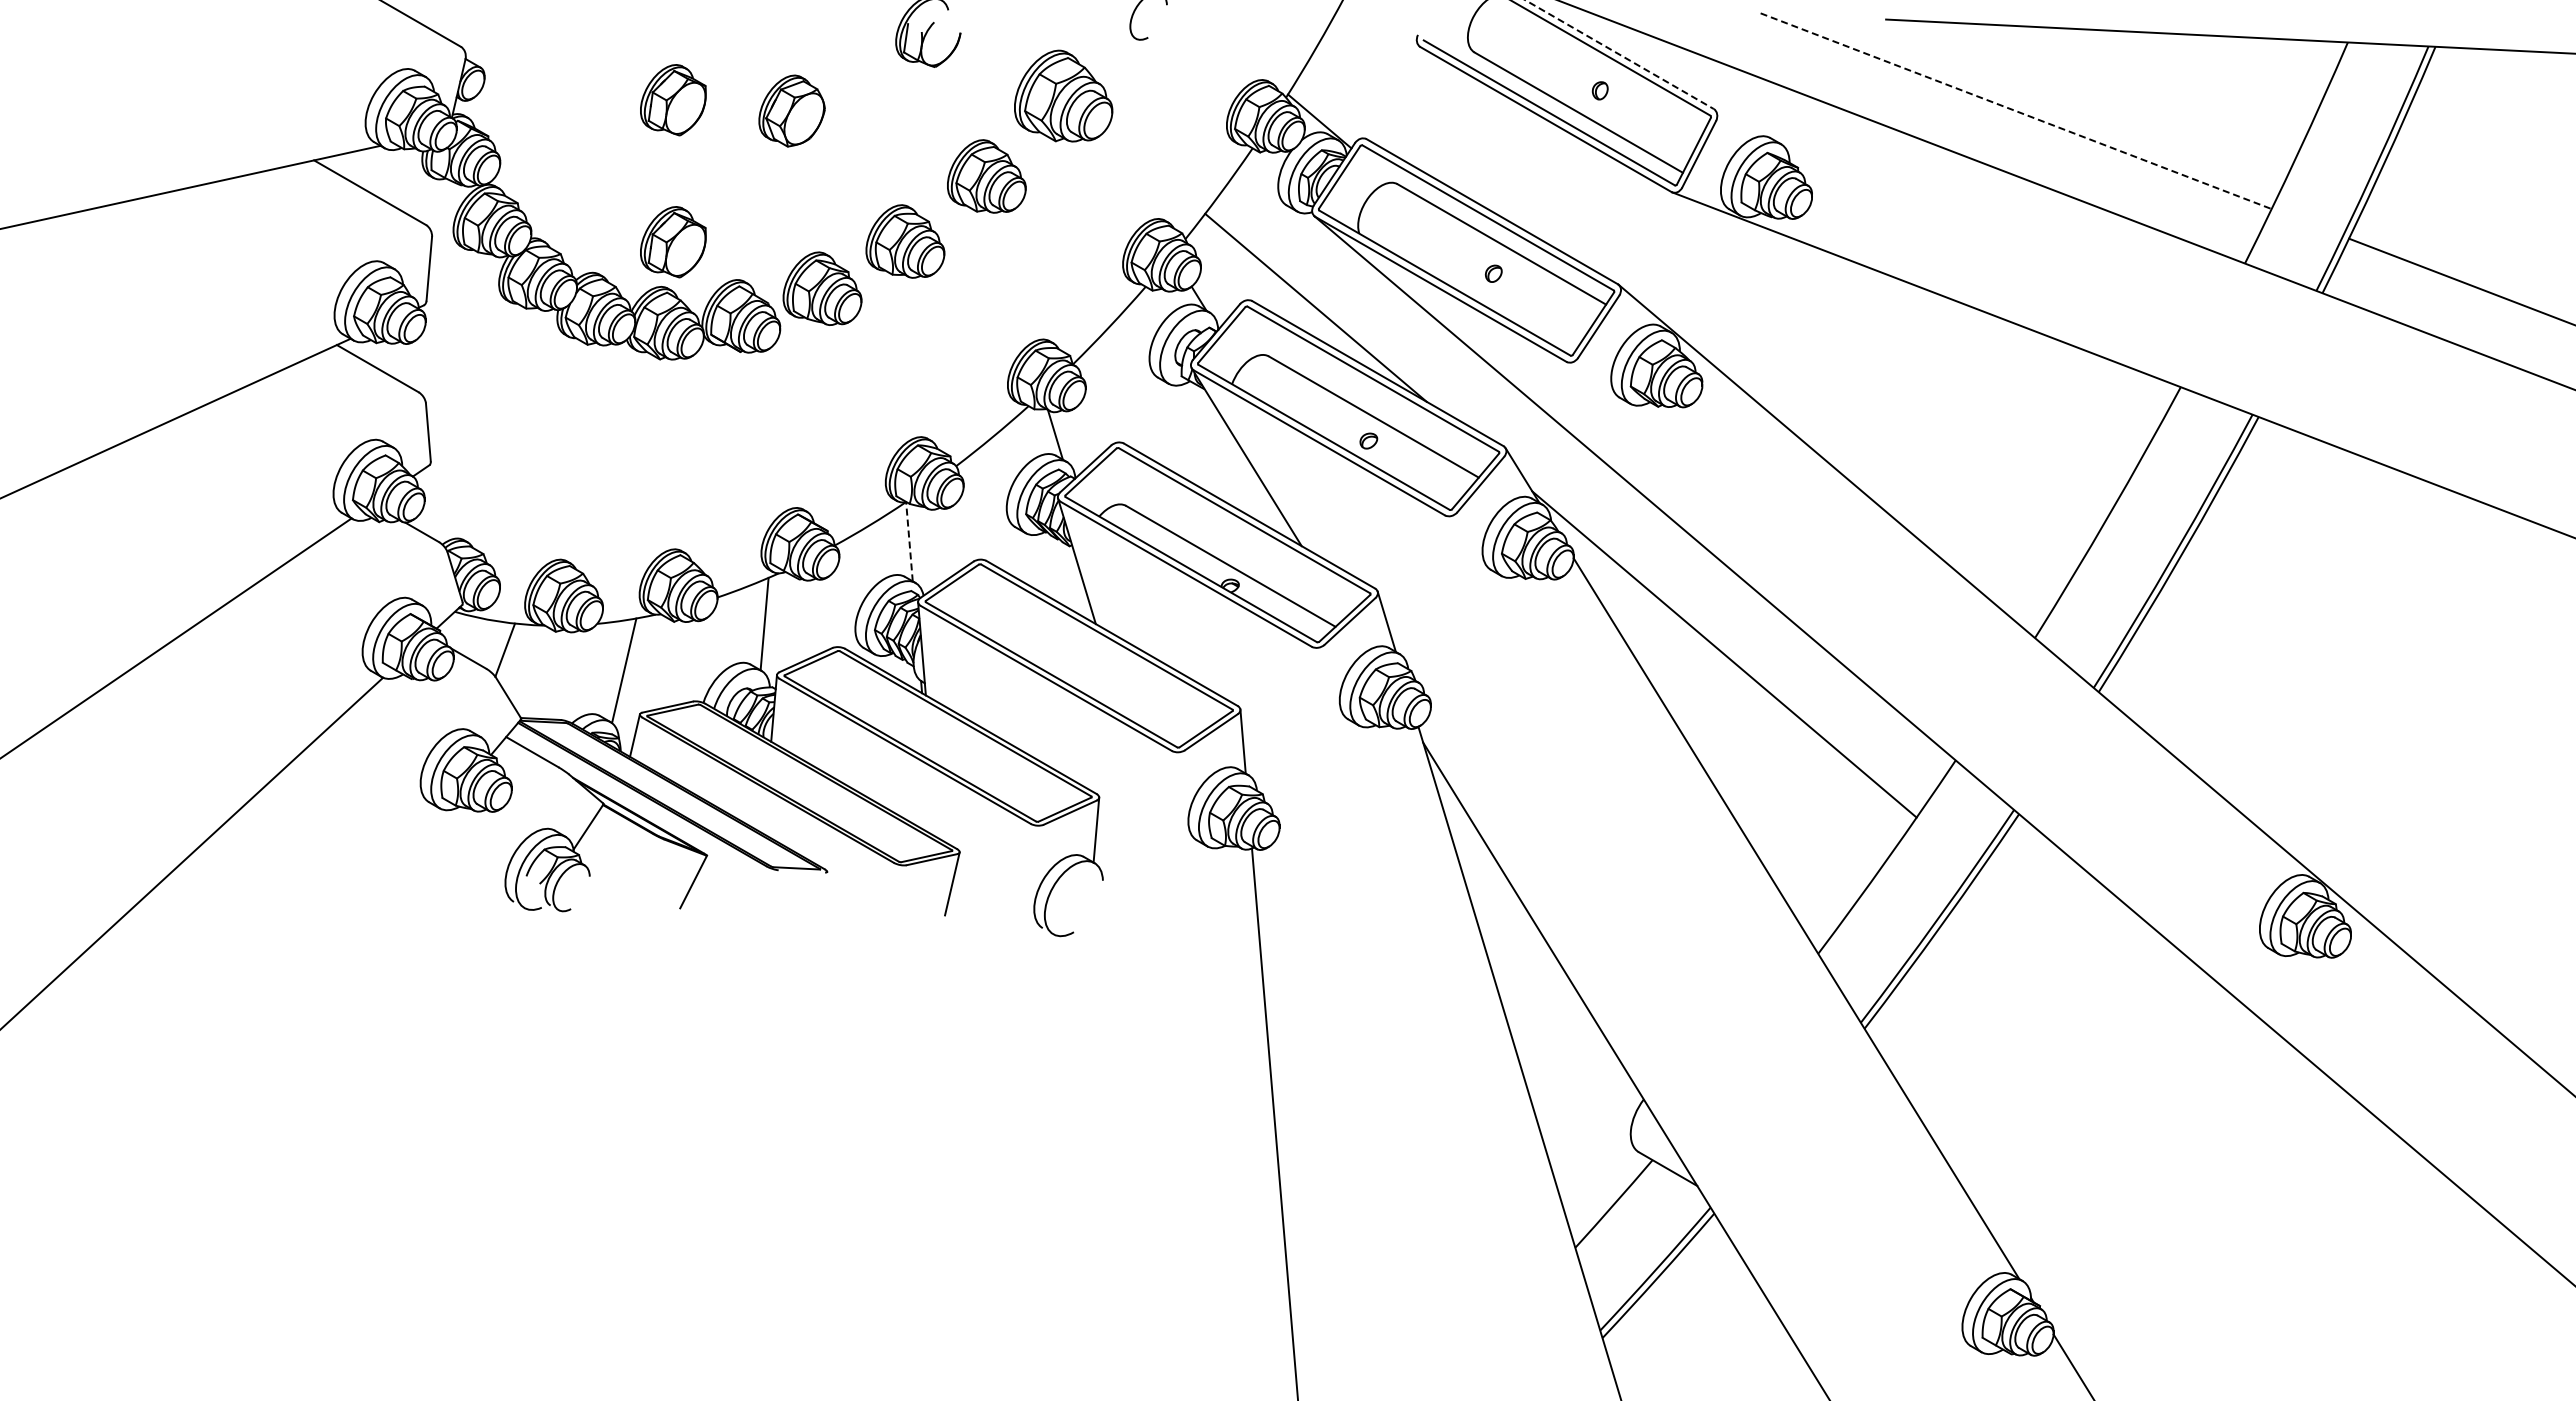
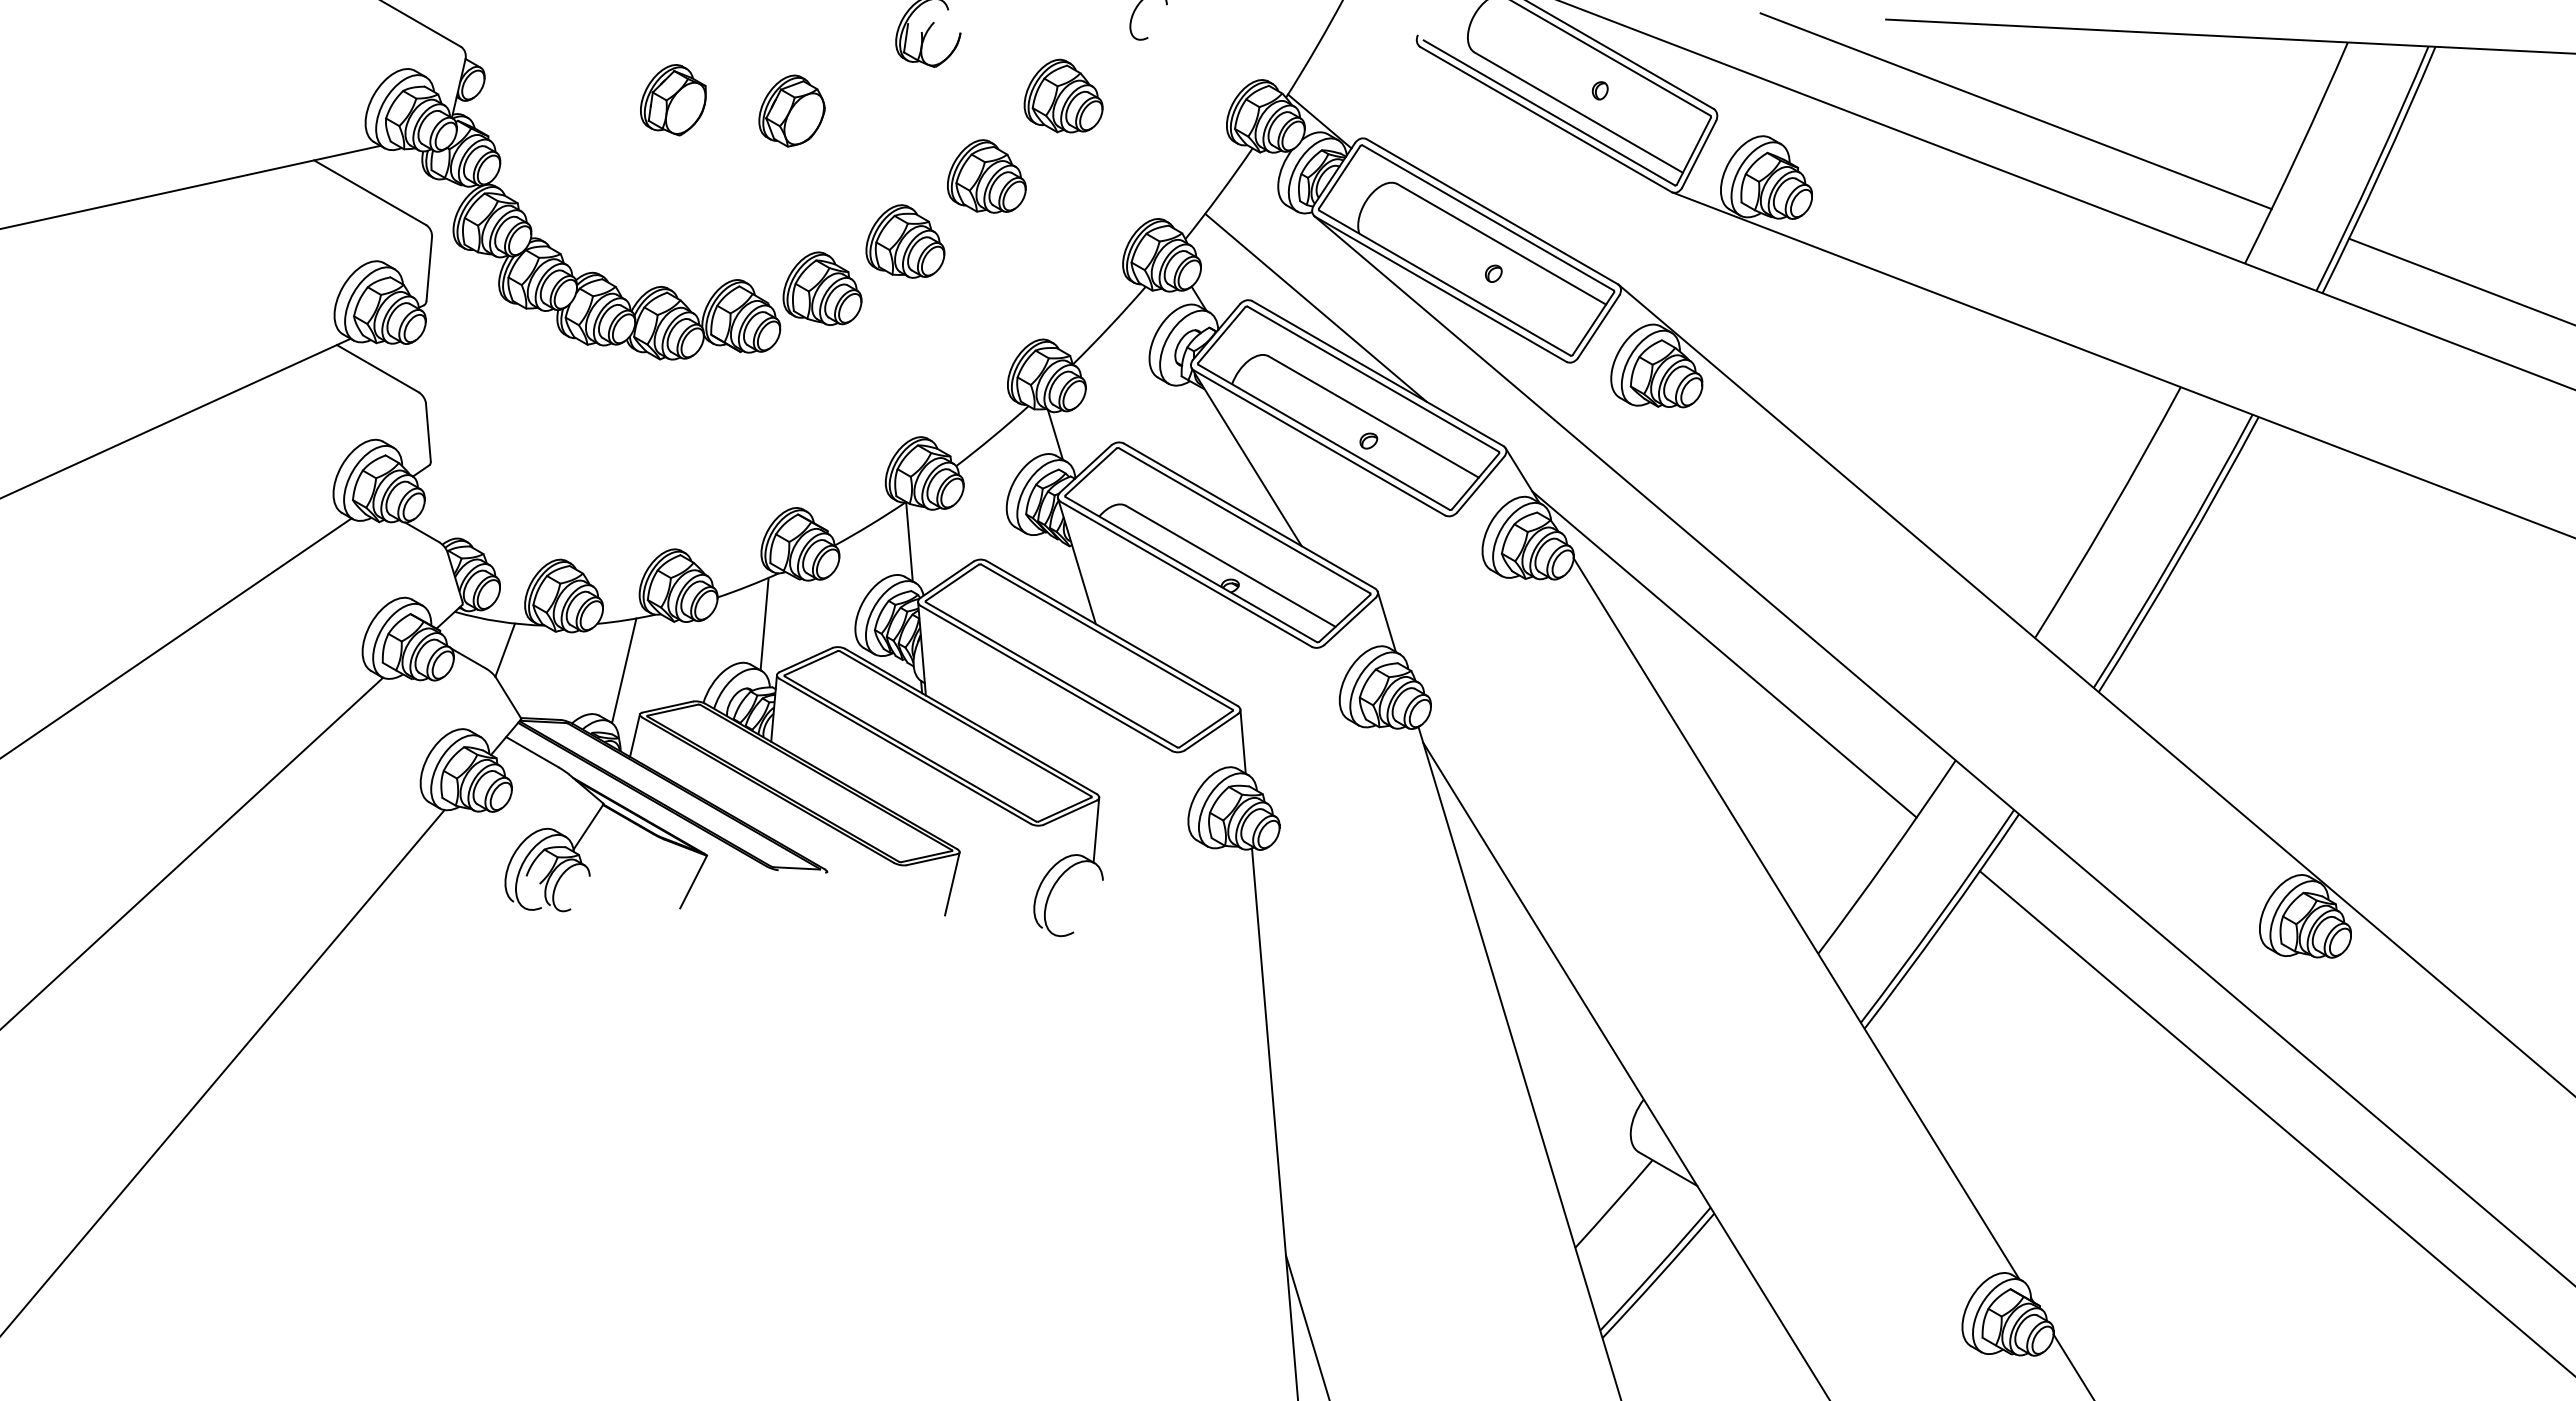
line at (1619, 54): dashed -> solid
part at (1063, 95) size: 100x94 px -> 81x76 px
line at (2016, 111): dashed -> solid
part at (673, 242): present -> none
line at (909, 541): dashed -> solid
line at (223, 1071): none -> present
line at (2275, 1122): none -> present
line at (1306, 1326): none -> present
